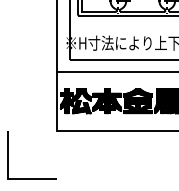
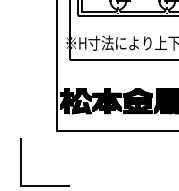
line at (116, 71): present -> none
line at (8, 155) position: (8, 155) -> (21, 162)
